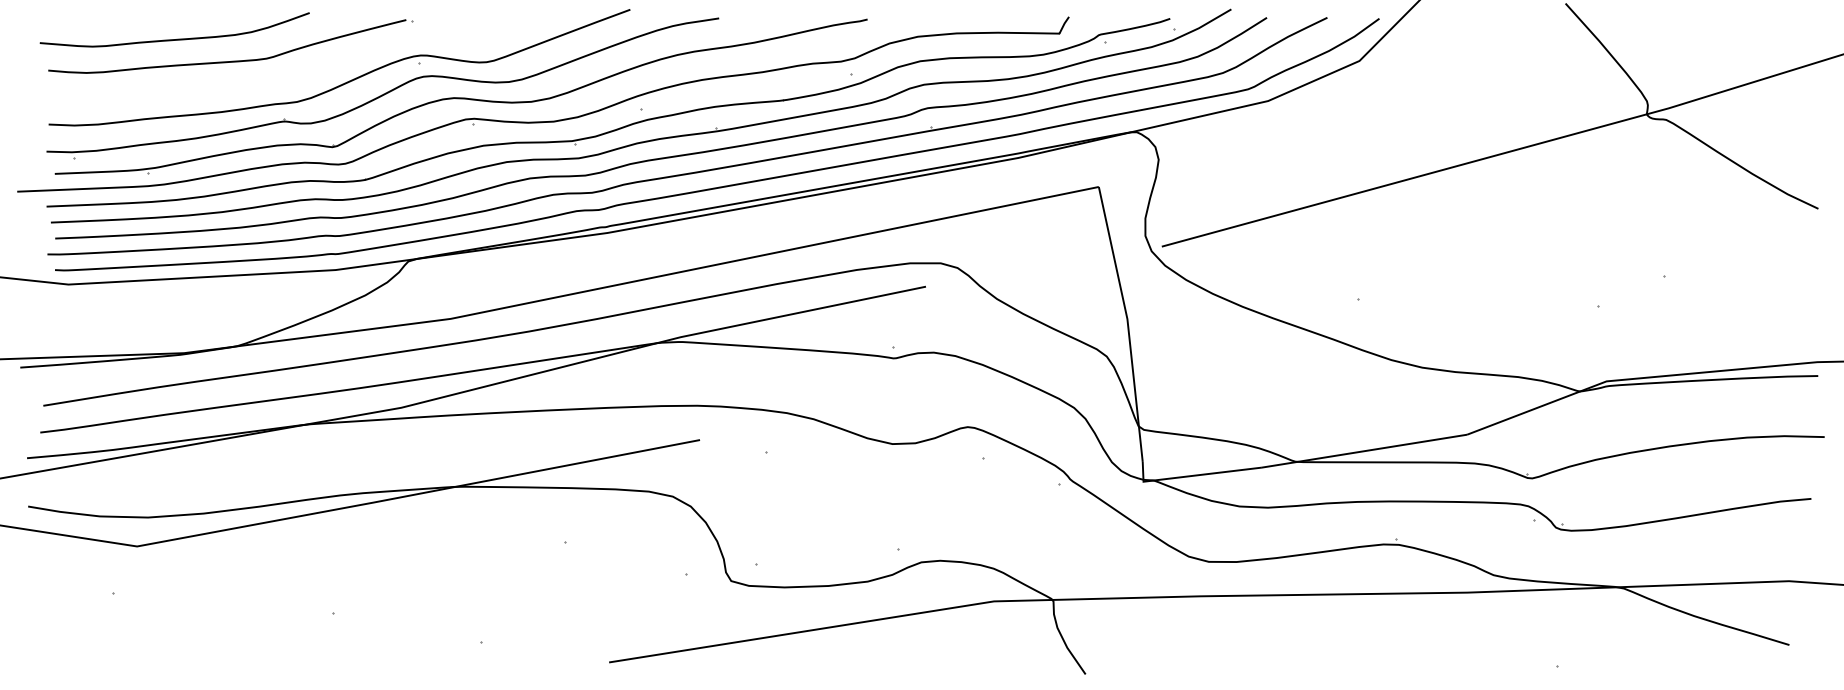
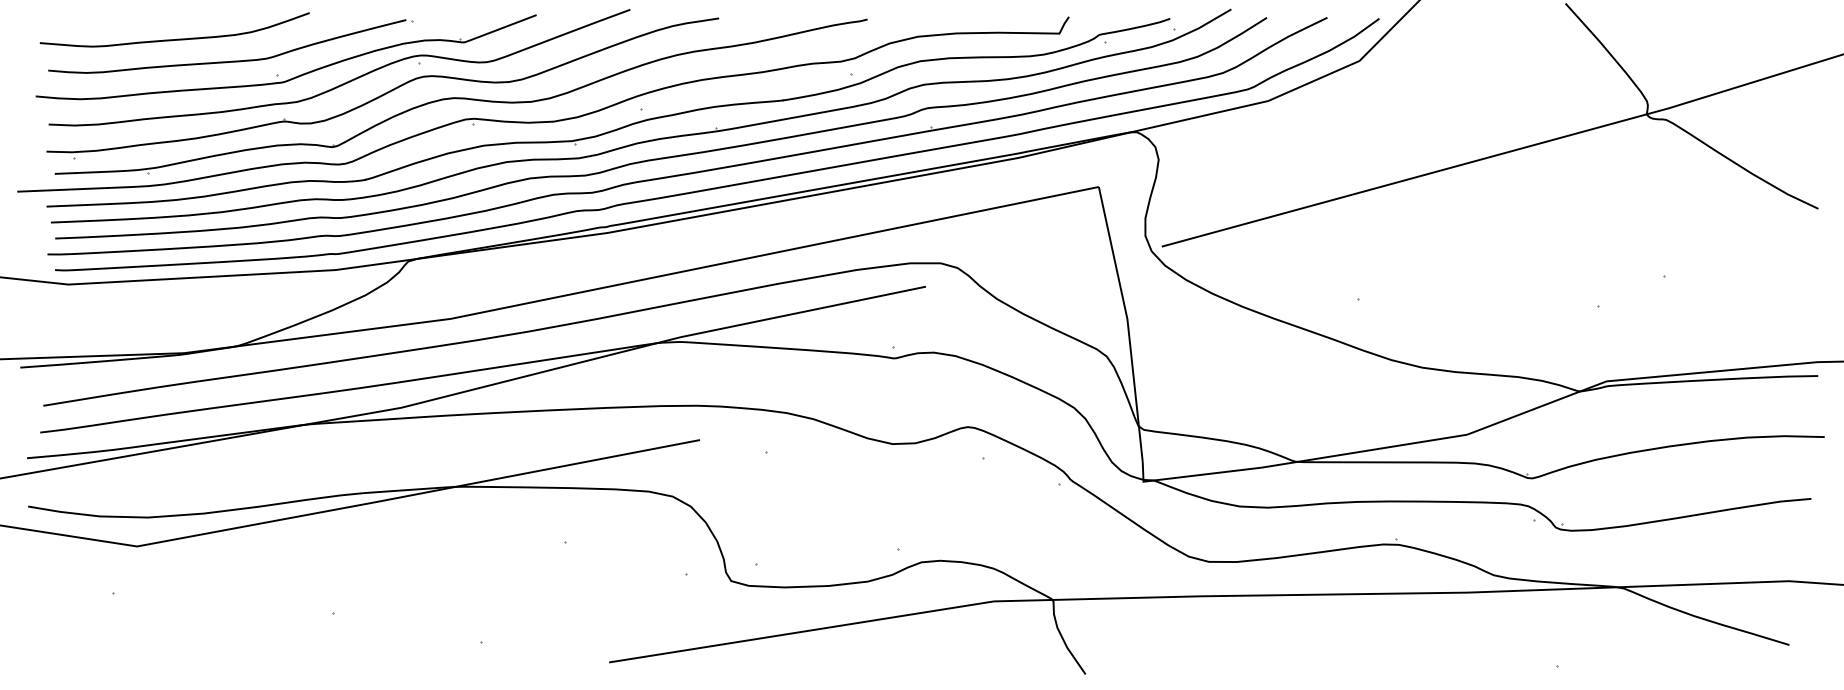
part at (277, 74): none -> present
